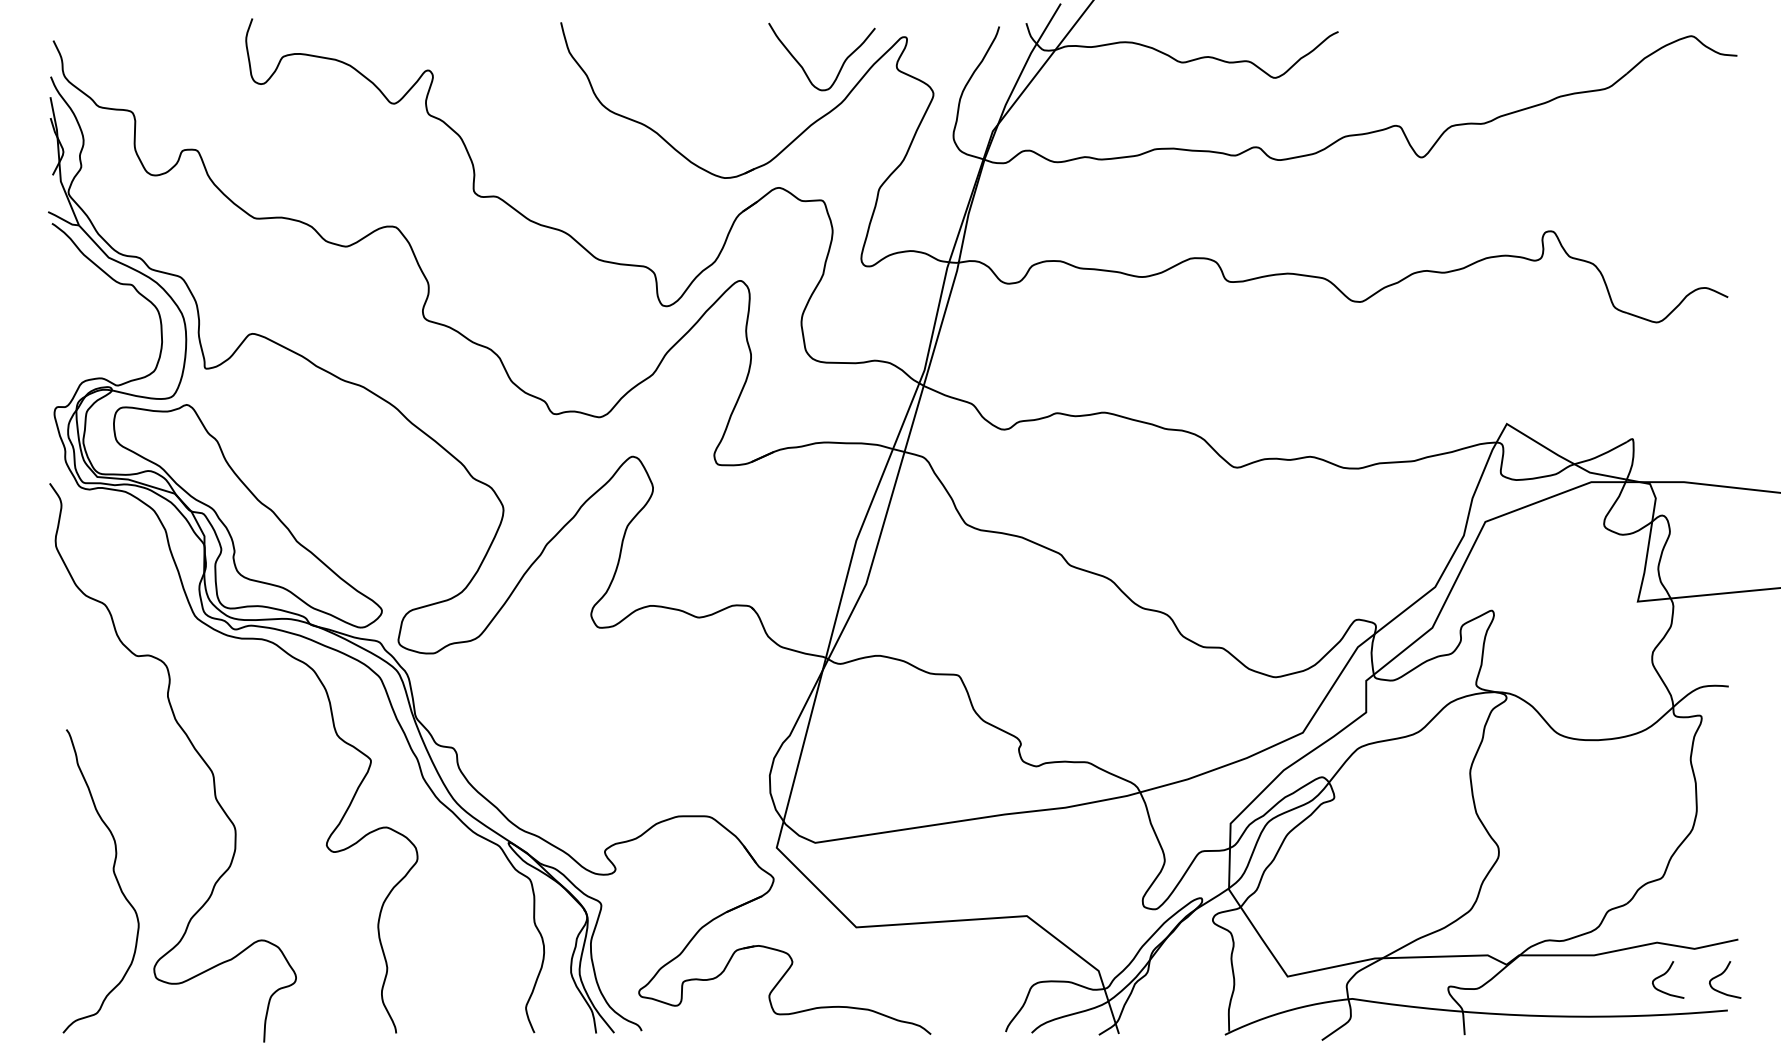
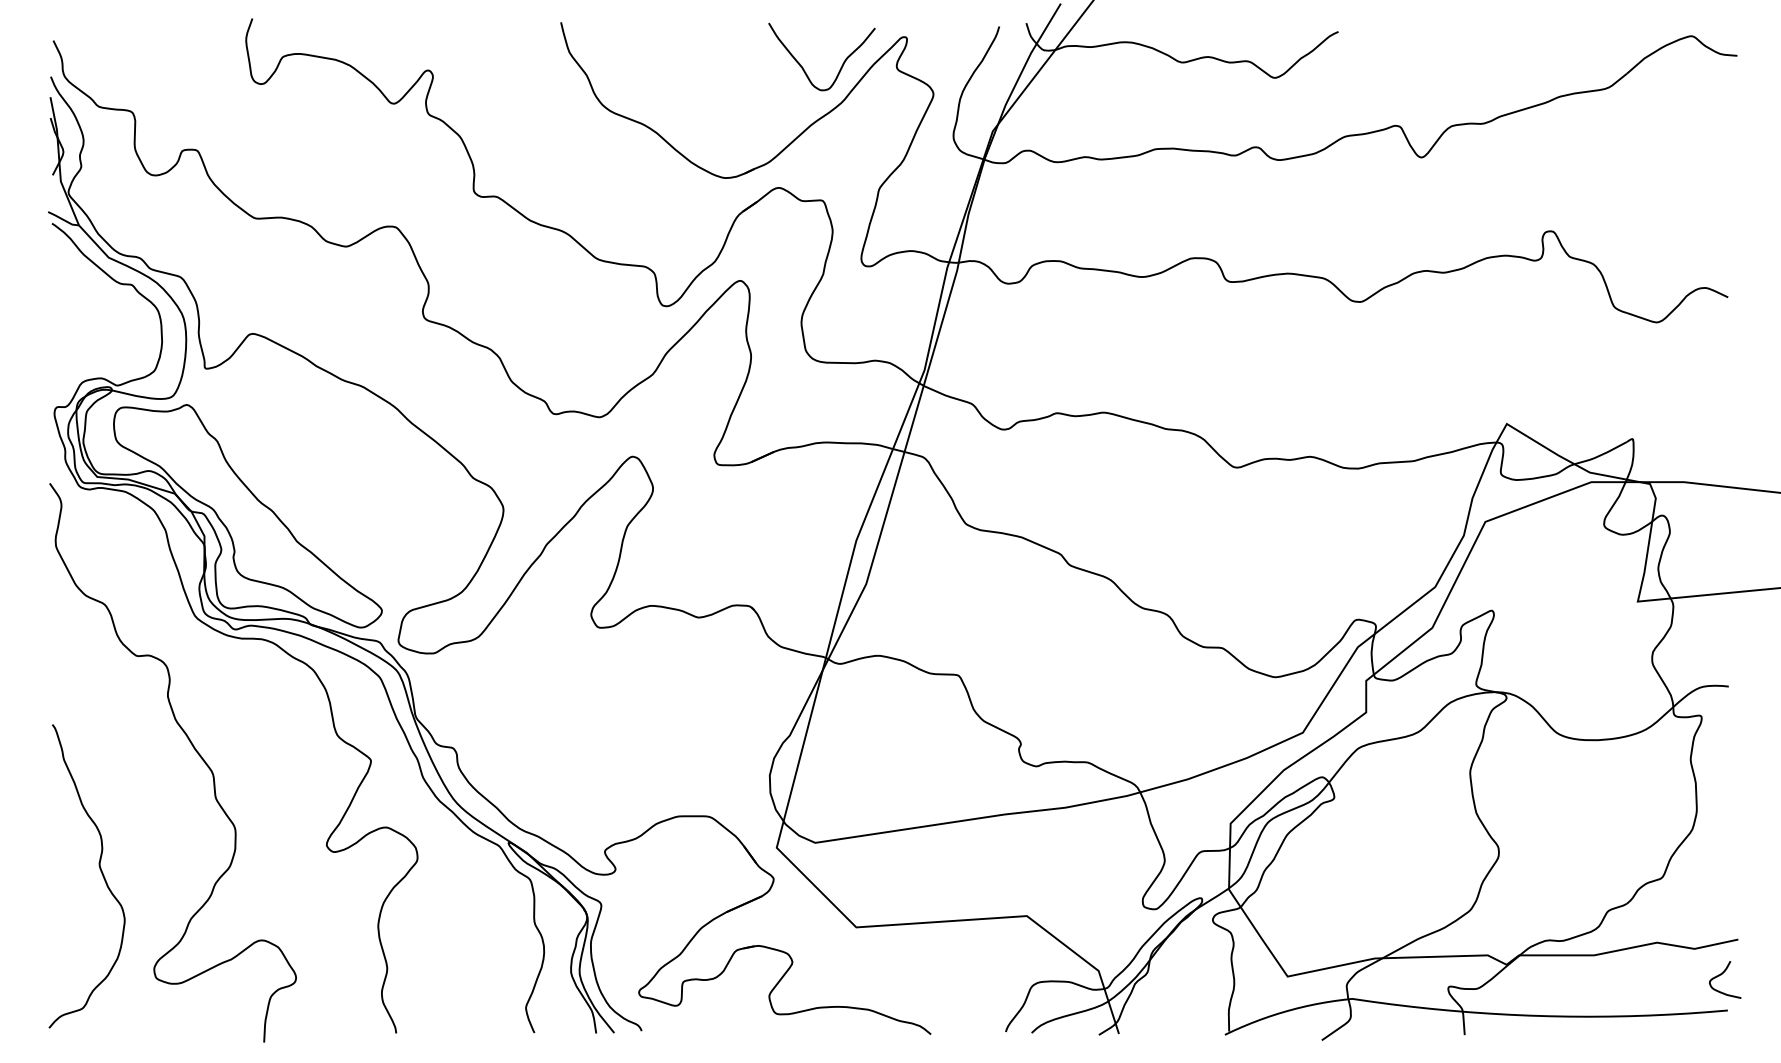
curve at (113, 874) position: (113, 874) -> (99, 869)
curve at (1664, 975): present -> none
